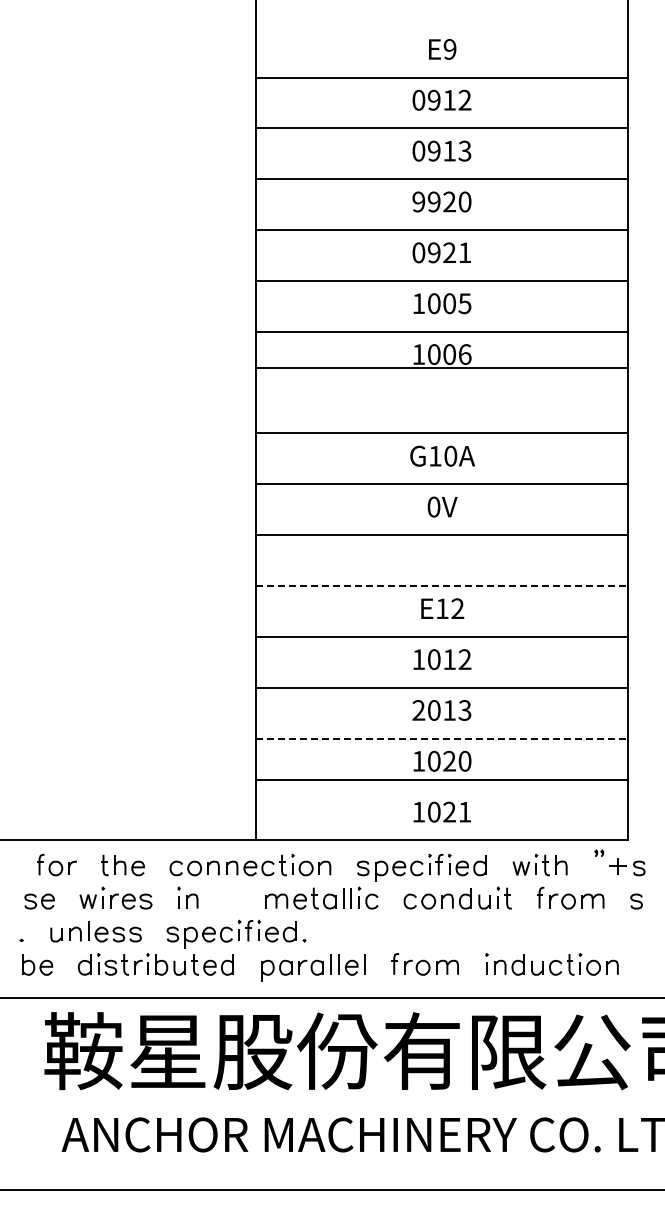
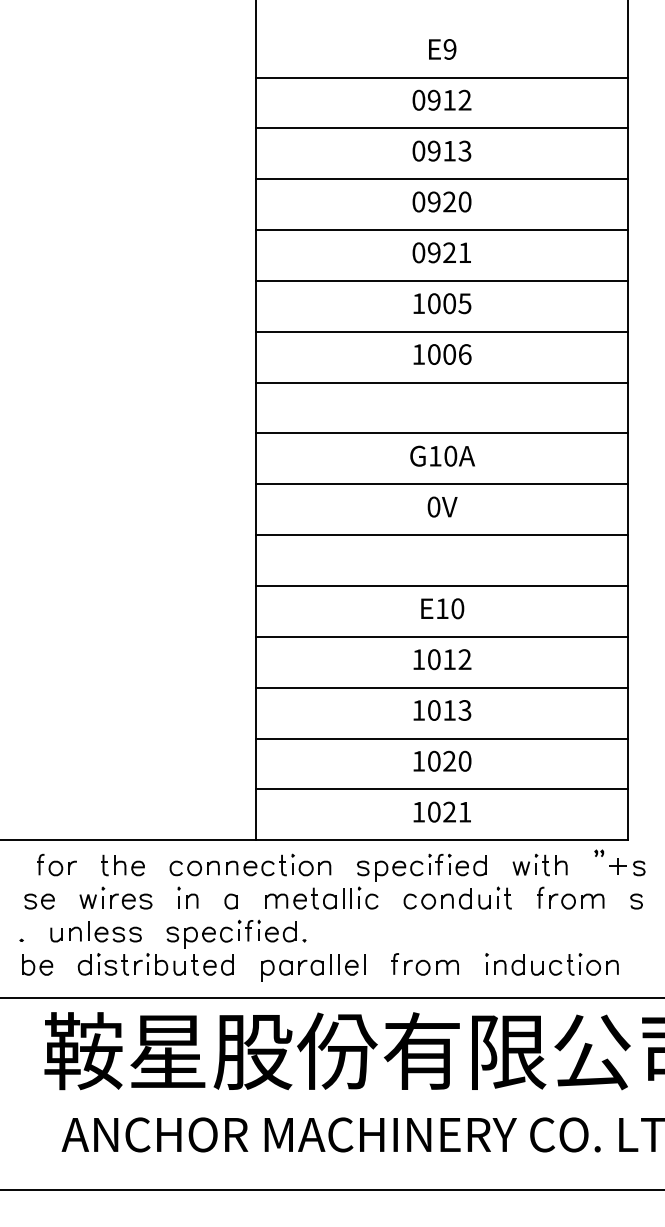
text at (418, 201): 9920 -> 0920
line at (441, 367) position: (441, 367) -> (441, 382)
line at (442, 586): dashed -> solid
text at (457, 608): E12 -> E10
text at (418, 710): 2013 -> 1013
line at (442, 738): dashed -> solid
line at (441, 780) position: (441, 780) -> (441, 789)
part at (230, 901): none -> present
